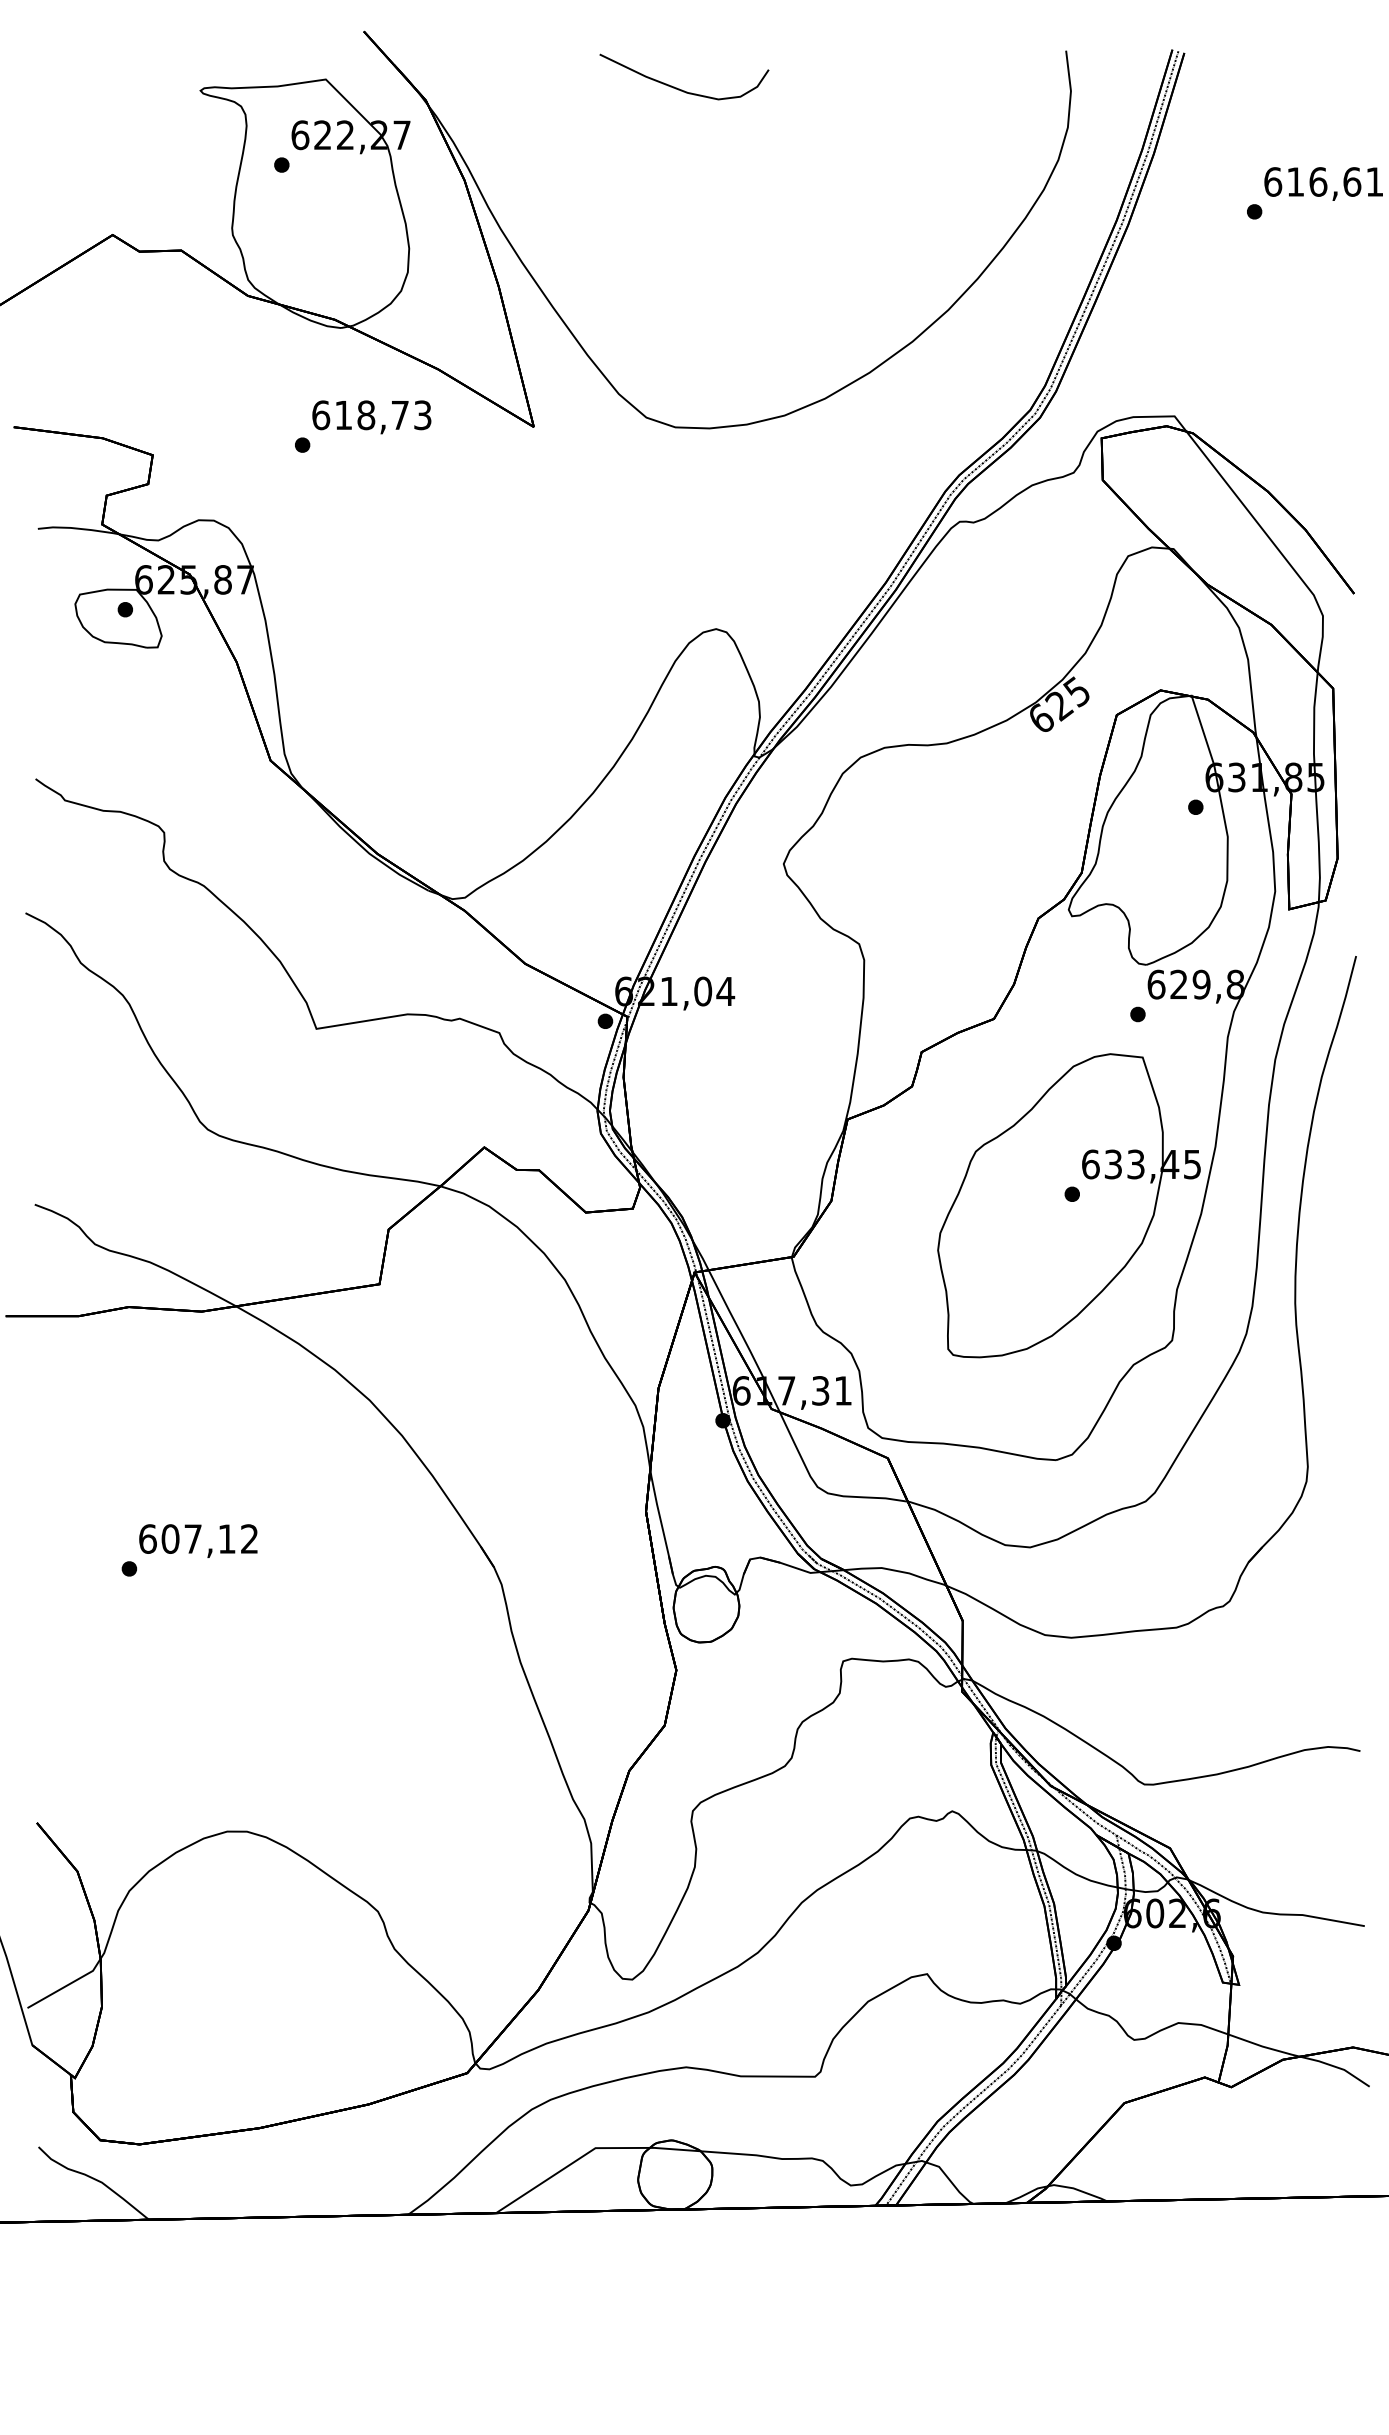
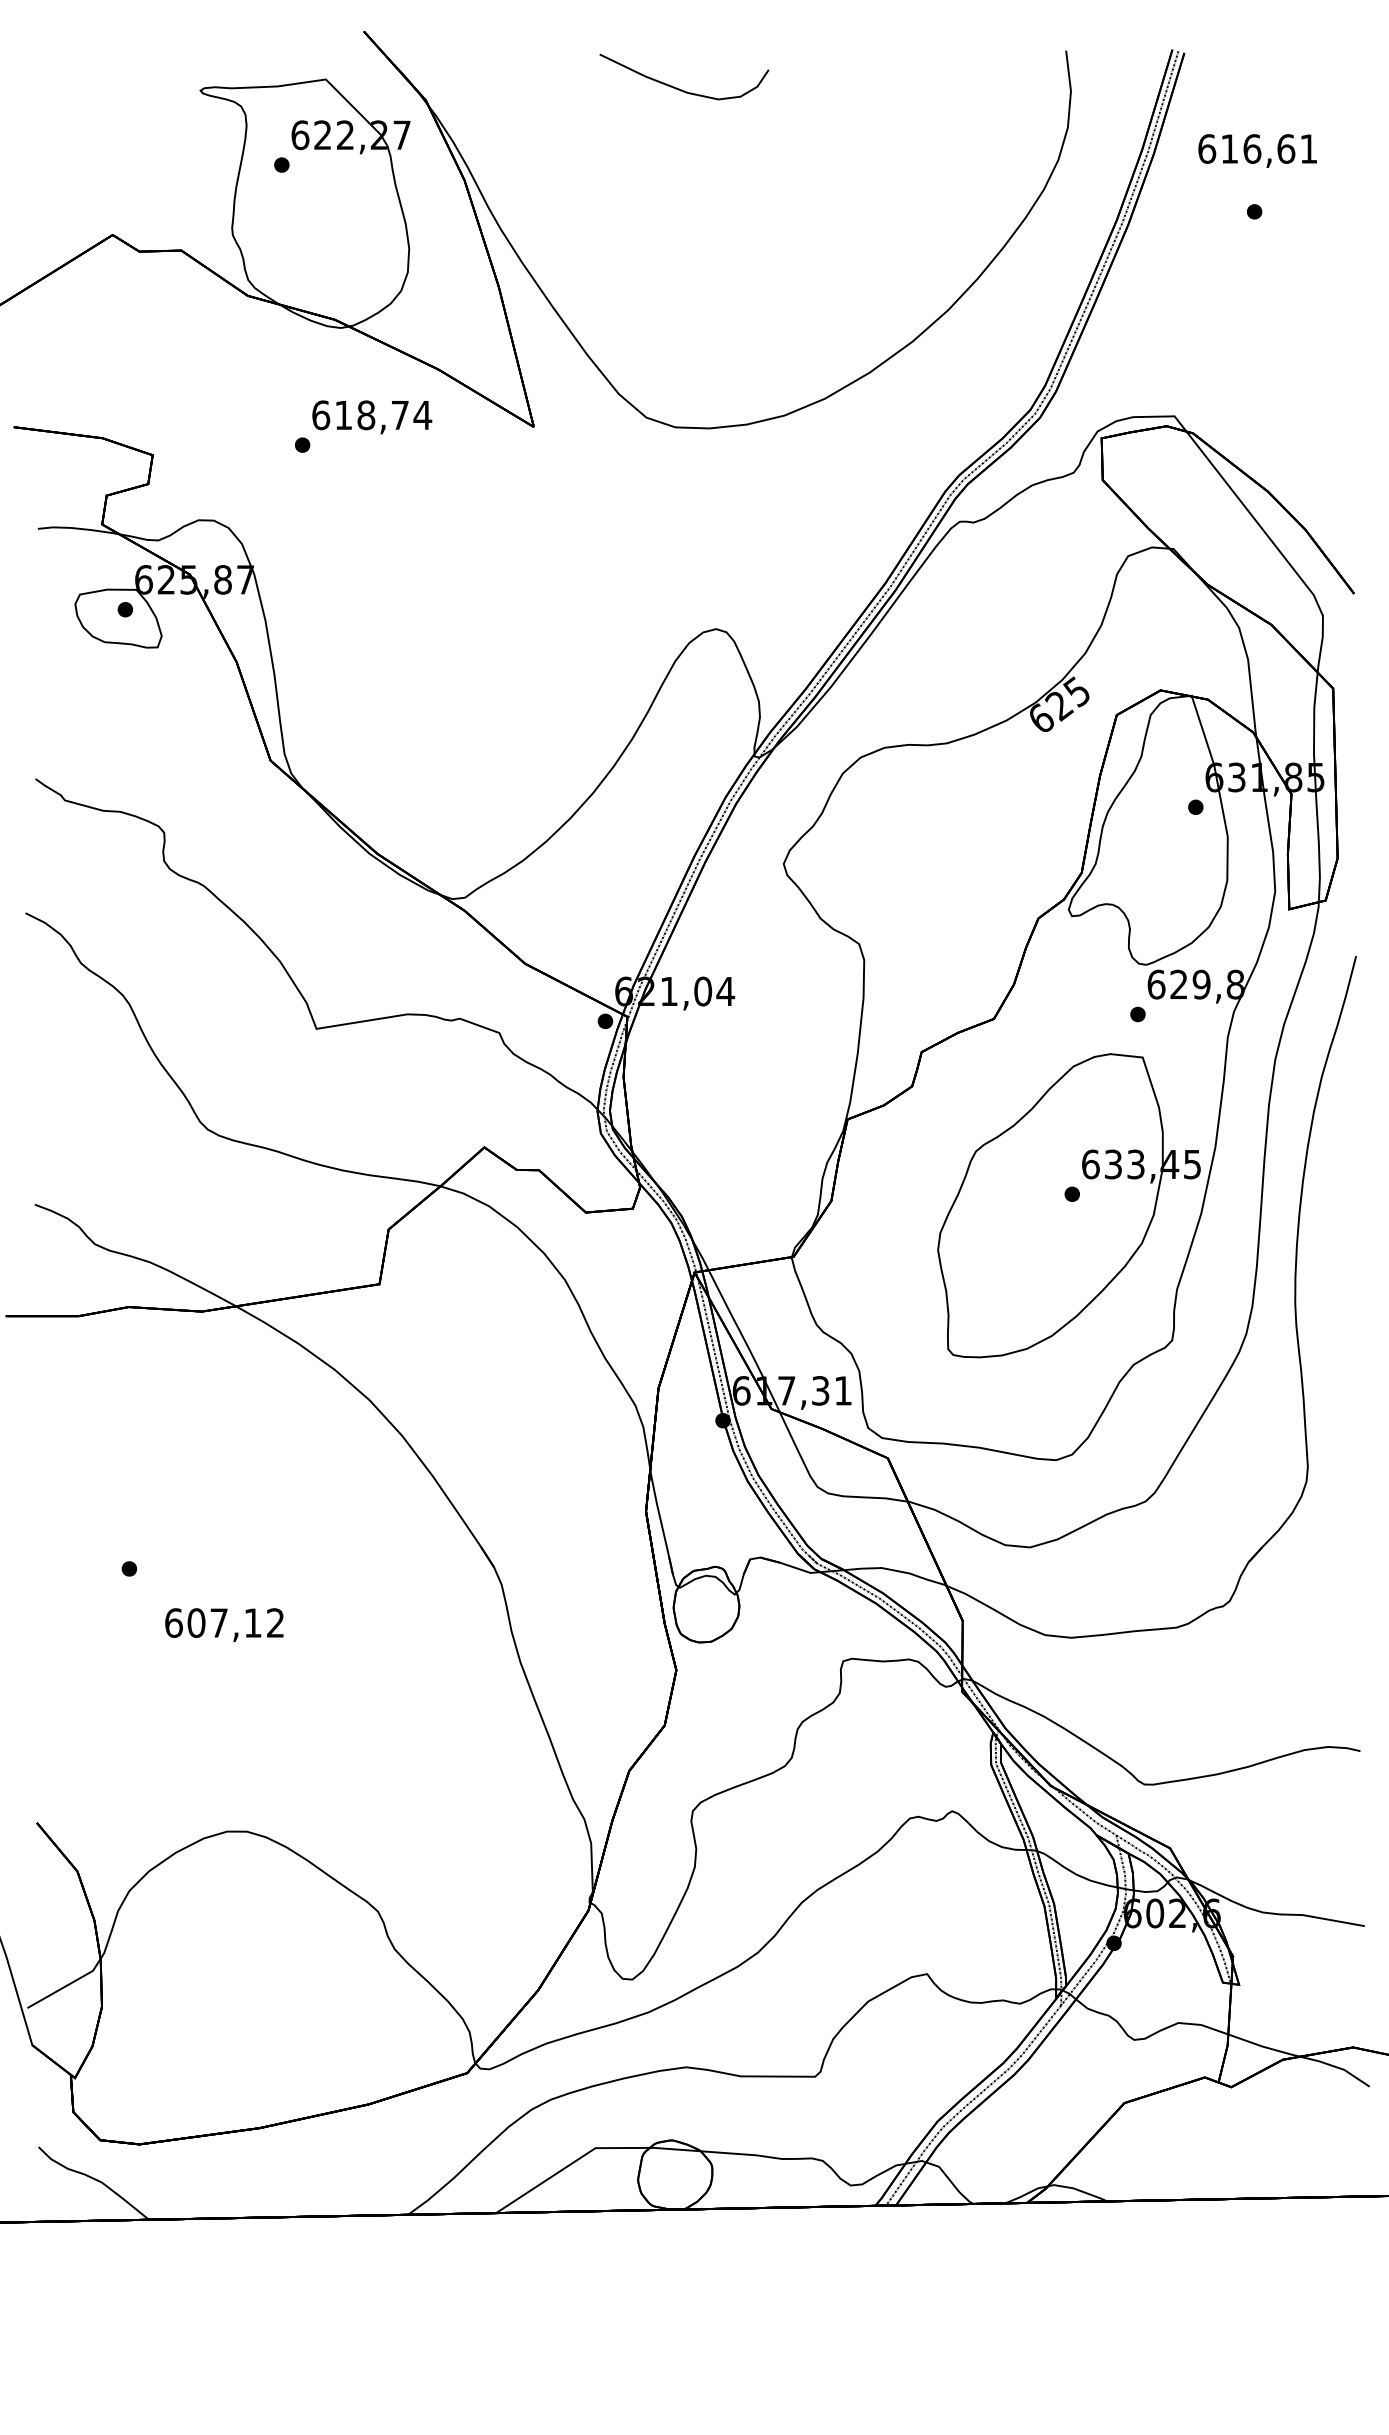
text at (1323, 183) position: (1323, 183) -> (1257, 150)
text at (422, 415): 618,73 -> 618,74
text at (198, 1540) position: (198, 1540) -> (224, 1624)
